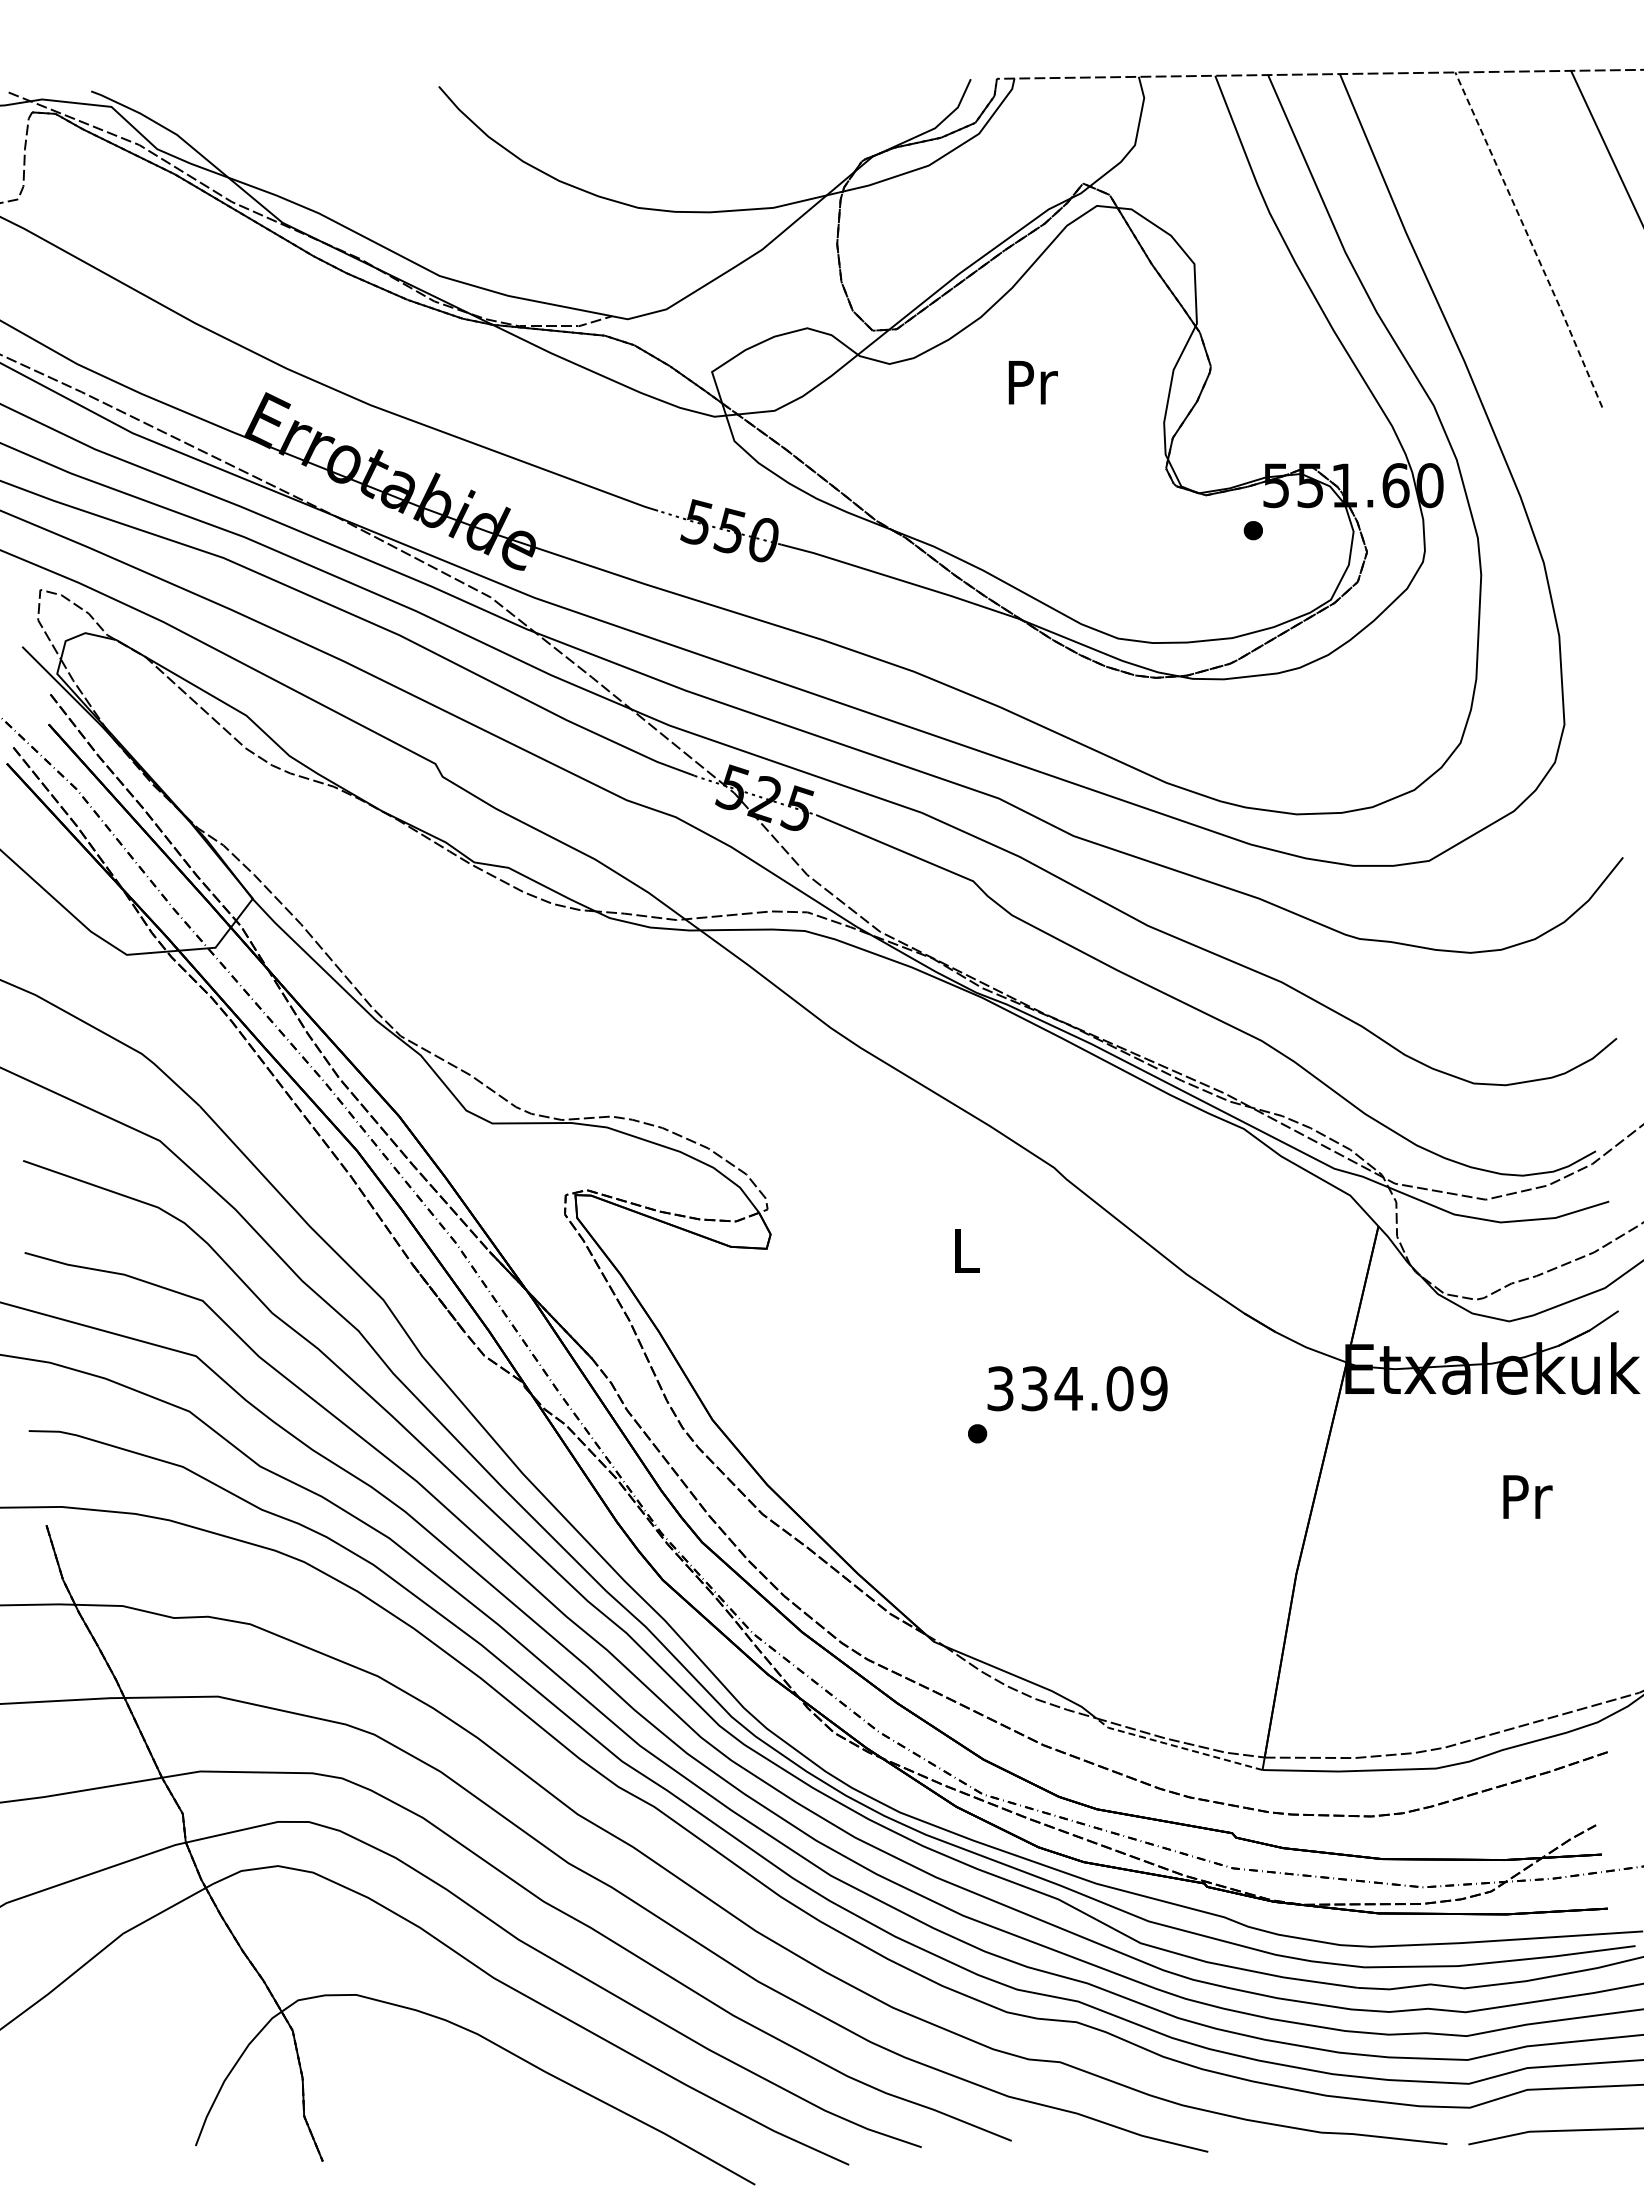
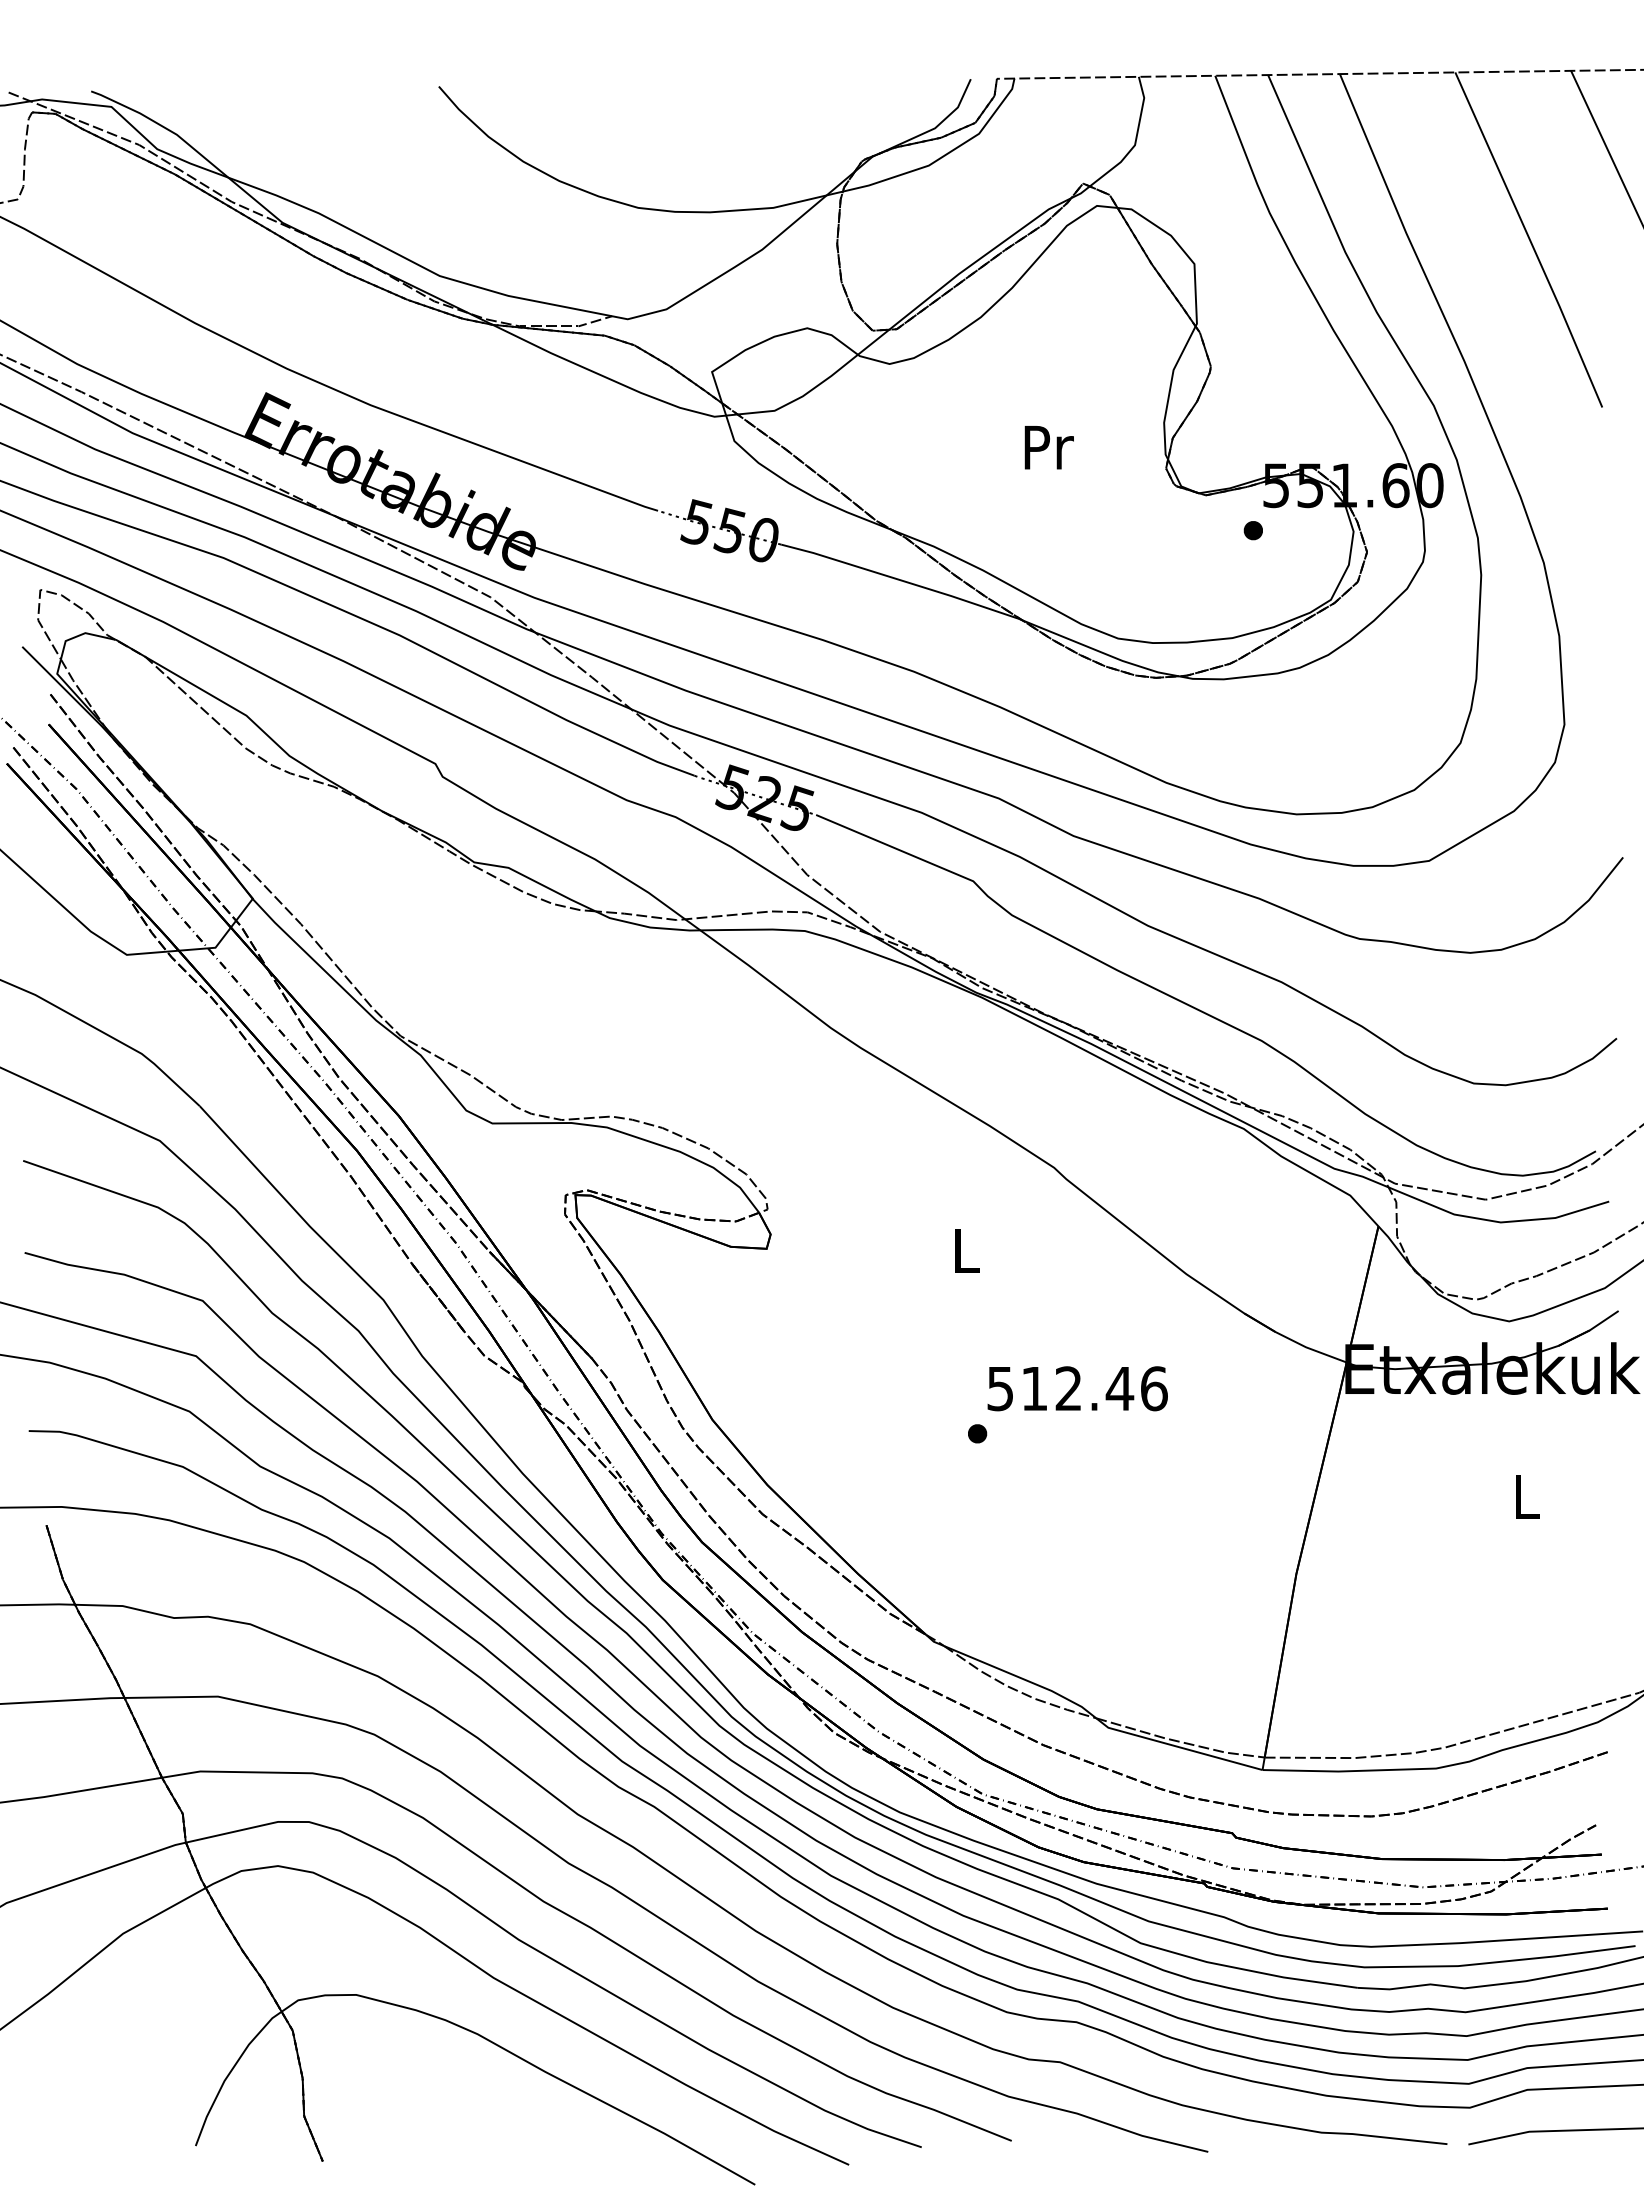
line at (1529, 240): dashed -> solid
text at (1032, 382) position: (1032, 382) -> (1048, 447)
text at (1077, 1388): 334.09 -> 512.46
text at (1527, 1496): Pr -> L
line at (1176, 1746): dashed -> solid
